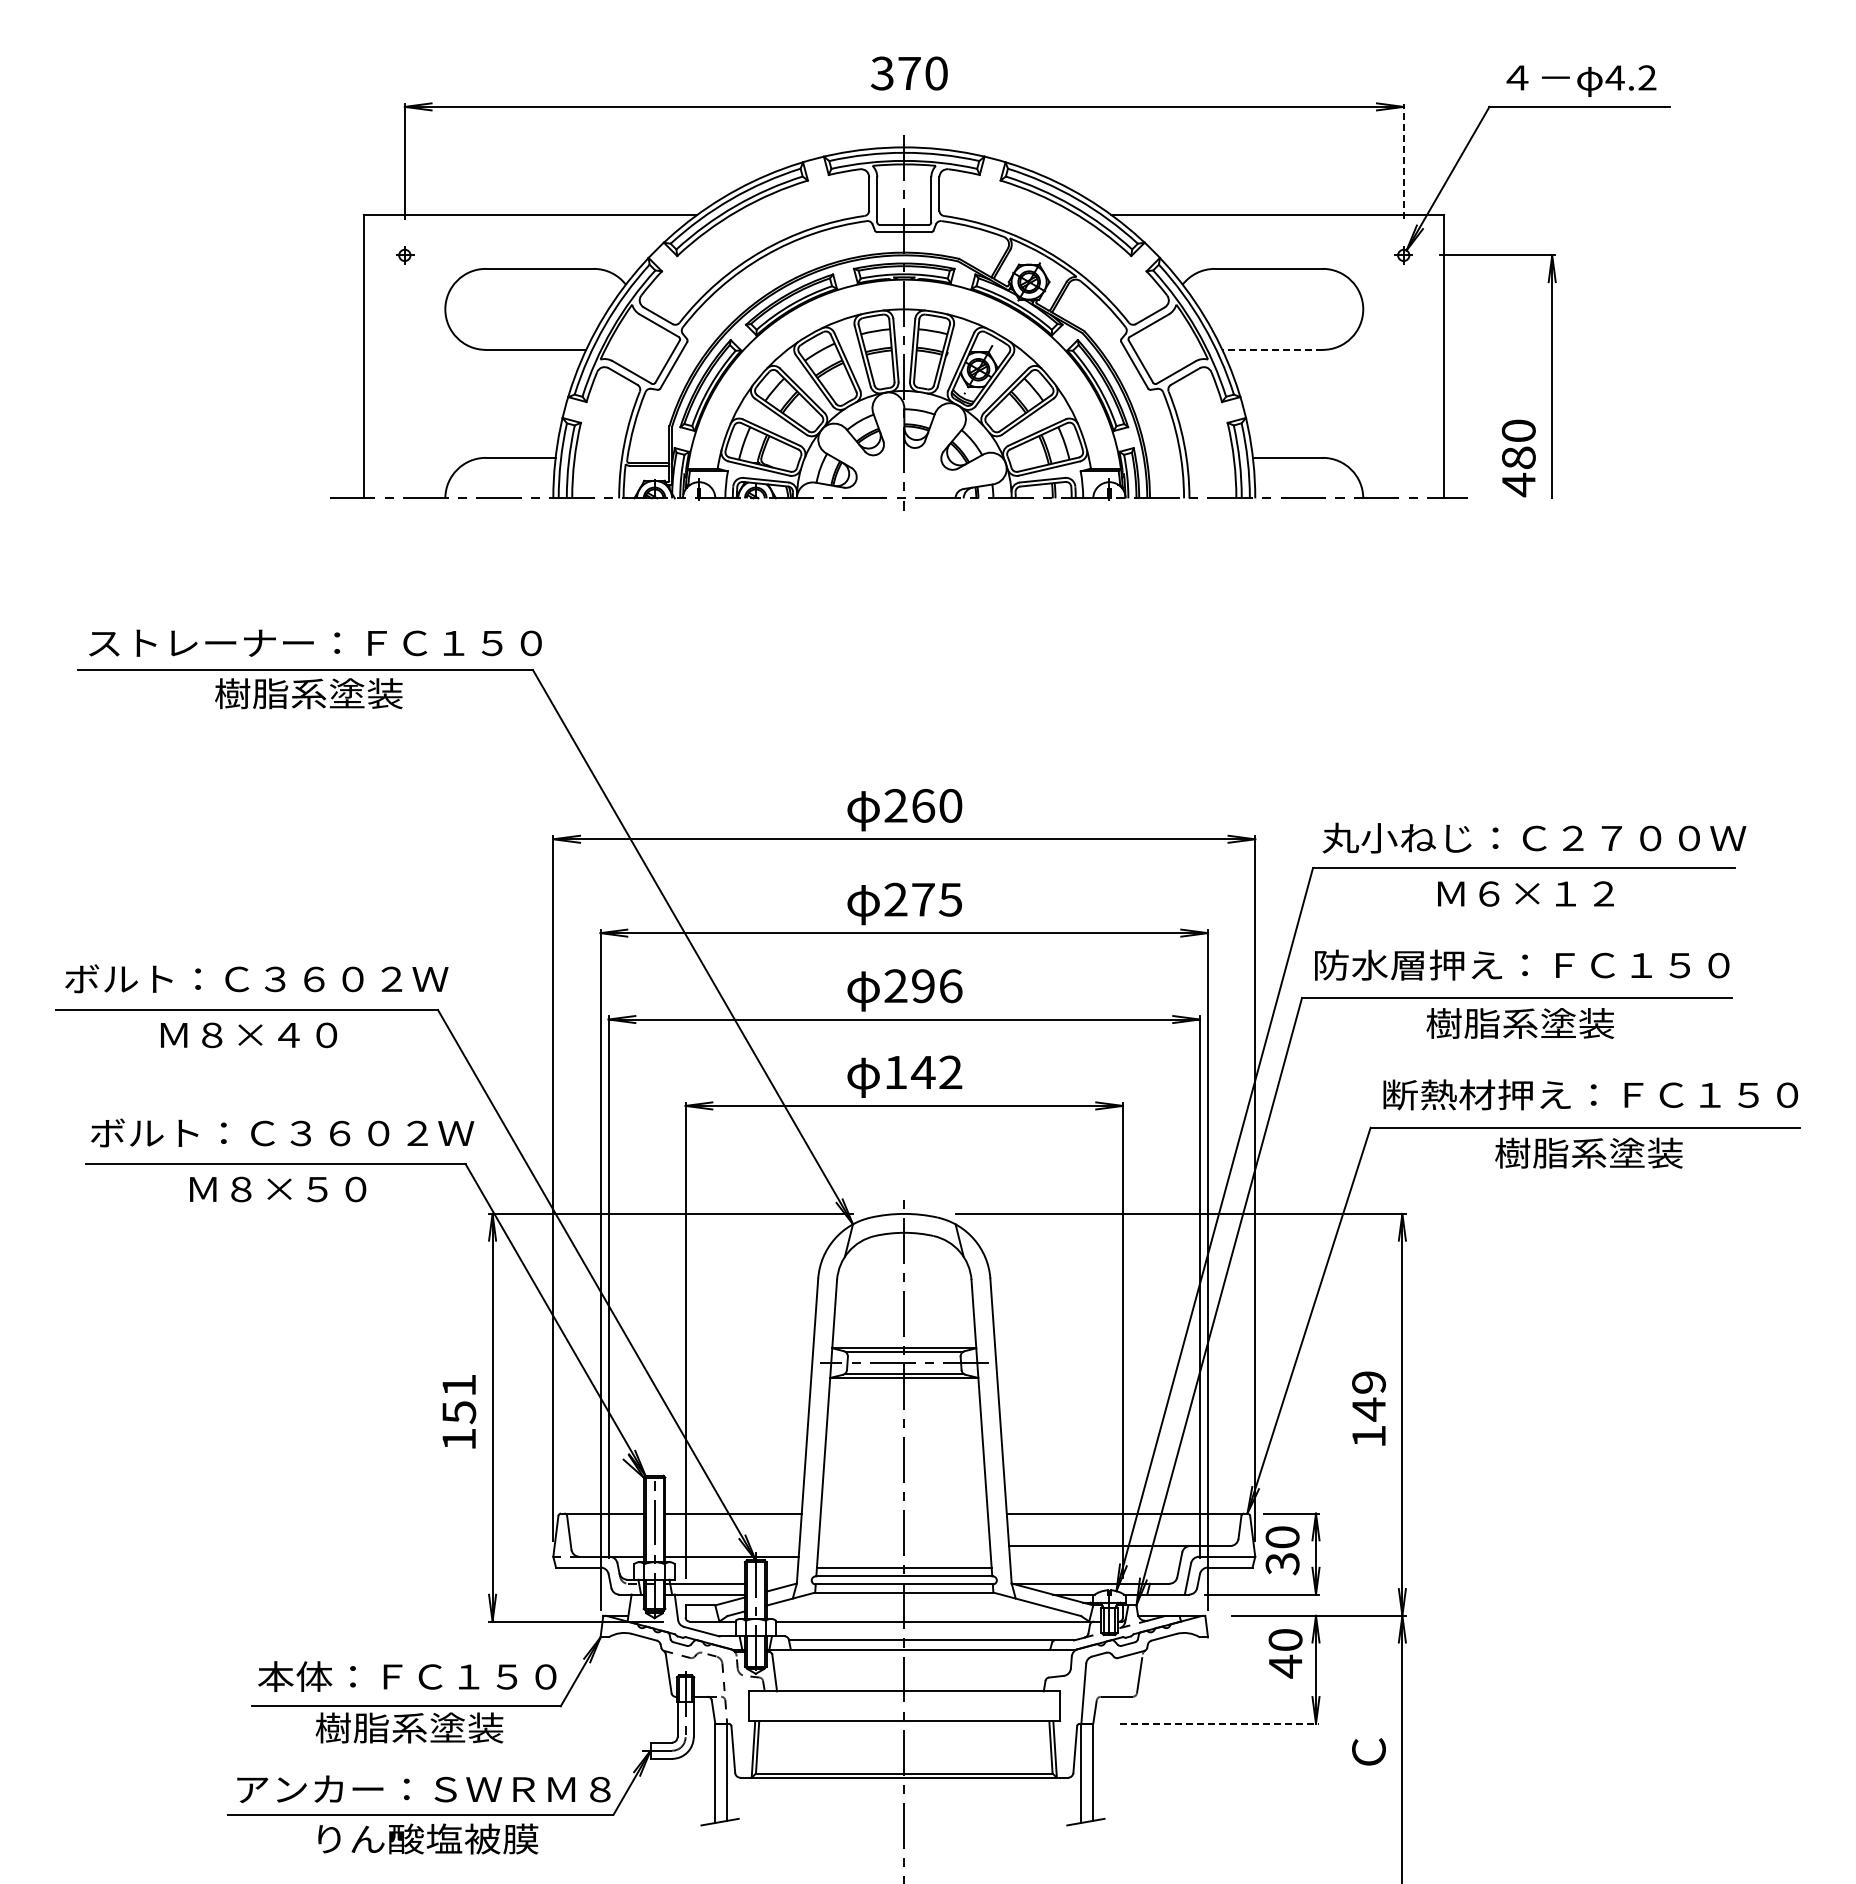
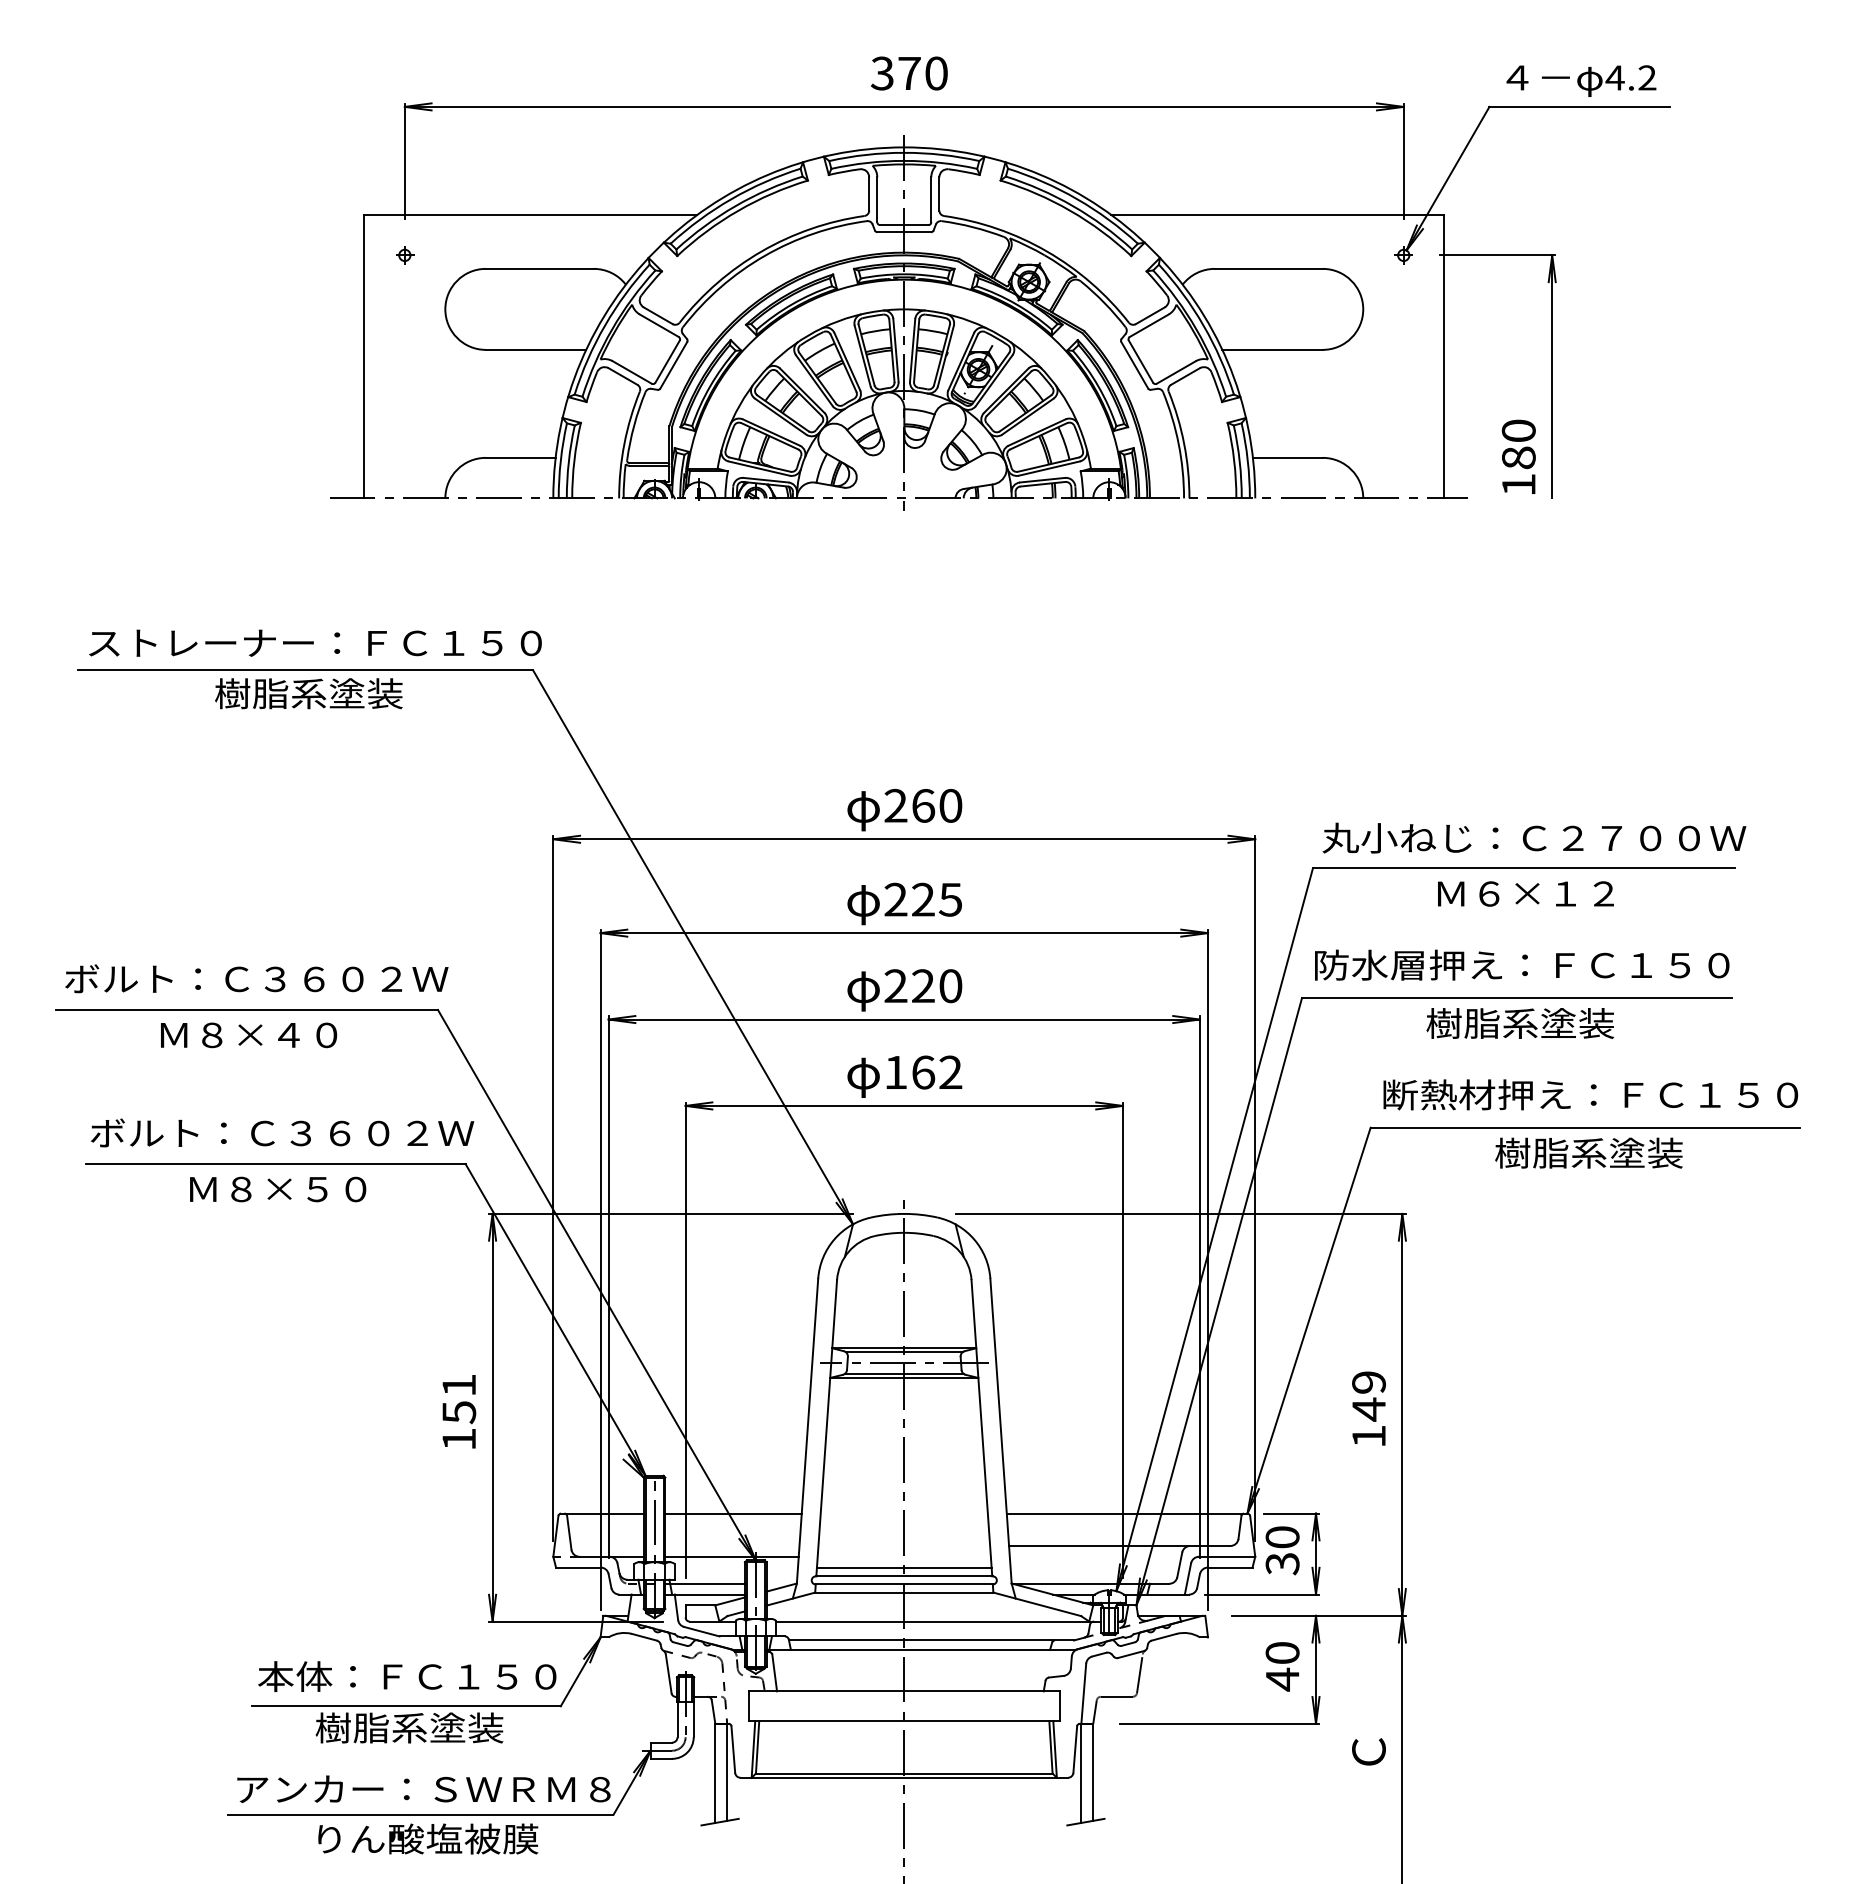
line at (1403, 161): dashed -> solid
line at (1272, 349): dashed -> solid
text at (1518, 484): 480 -> 180
text at (923, 899): 275 -> 225
text at (937, 986): 296 -> 220
text at (922, 1072): 142 -> 162
text at (1285, 1653) position: (1285, 1653) -> (1282, 1666)
line at (1220, 1723): dashed -> solid
